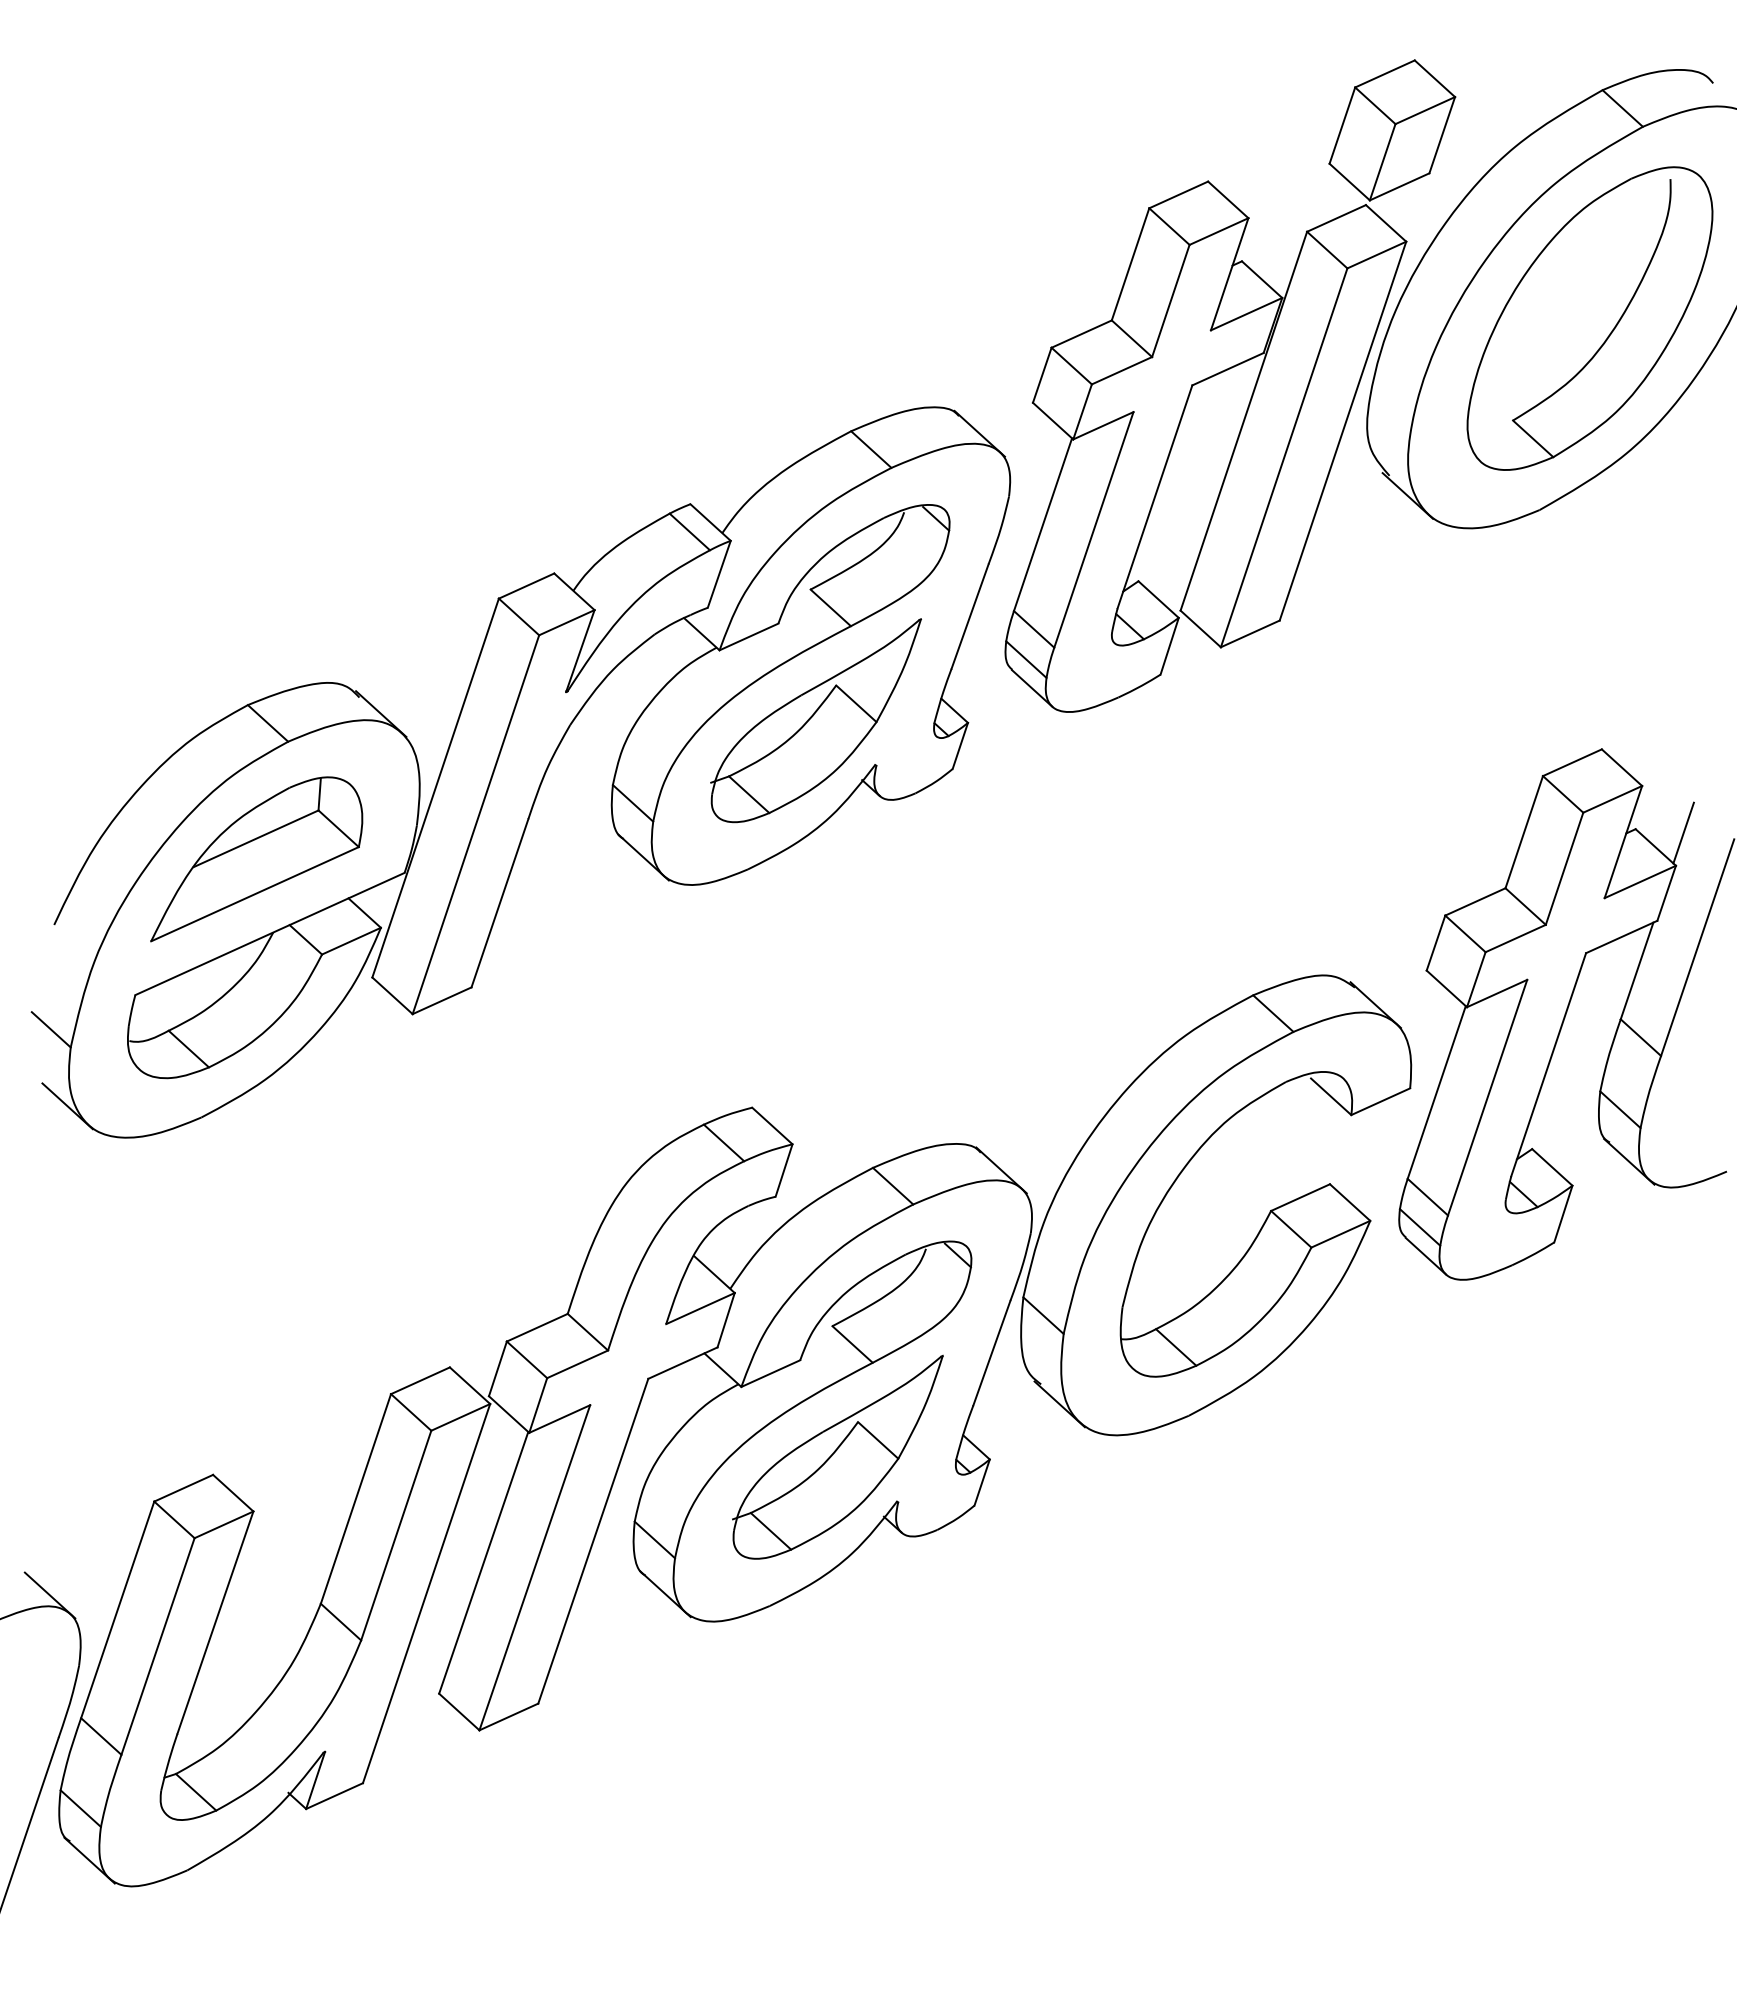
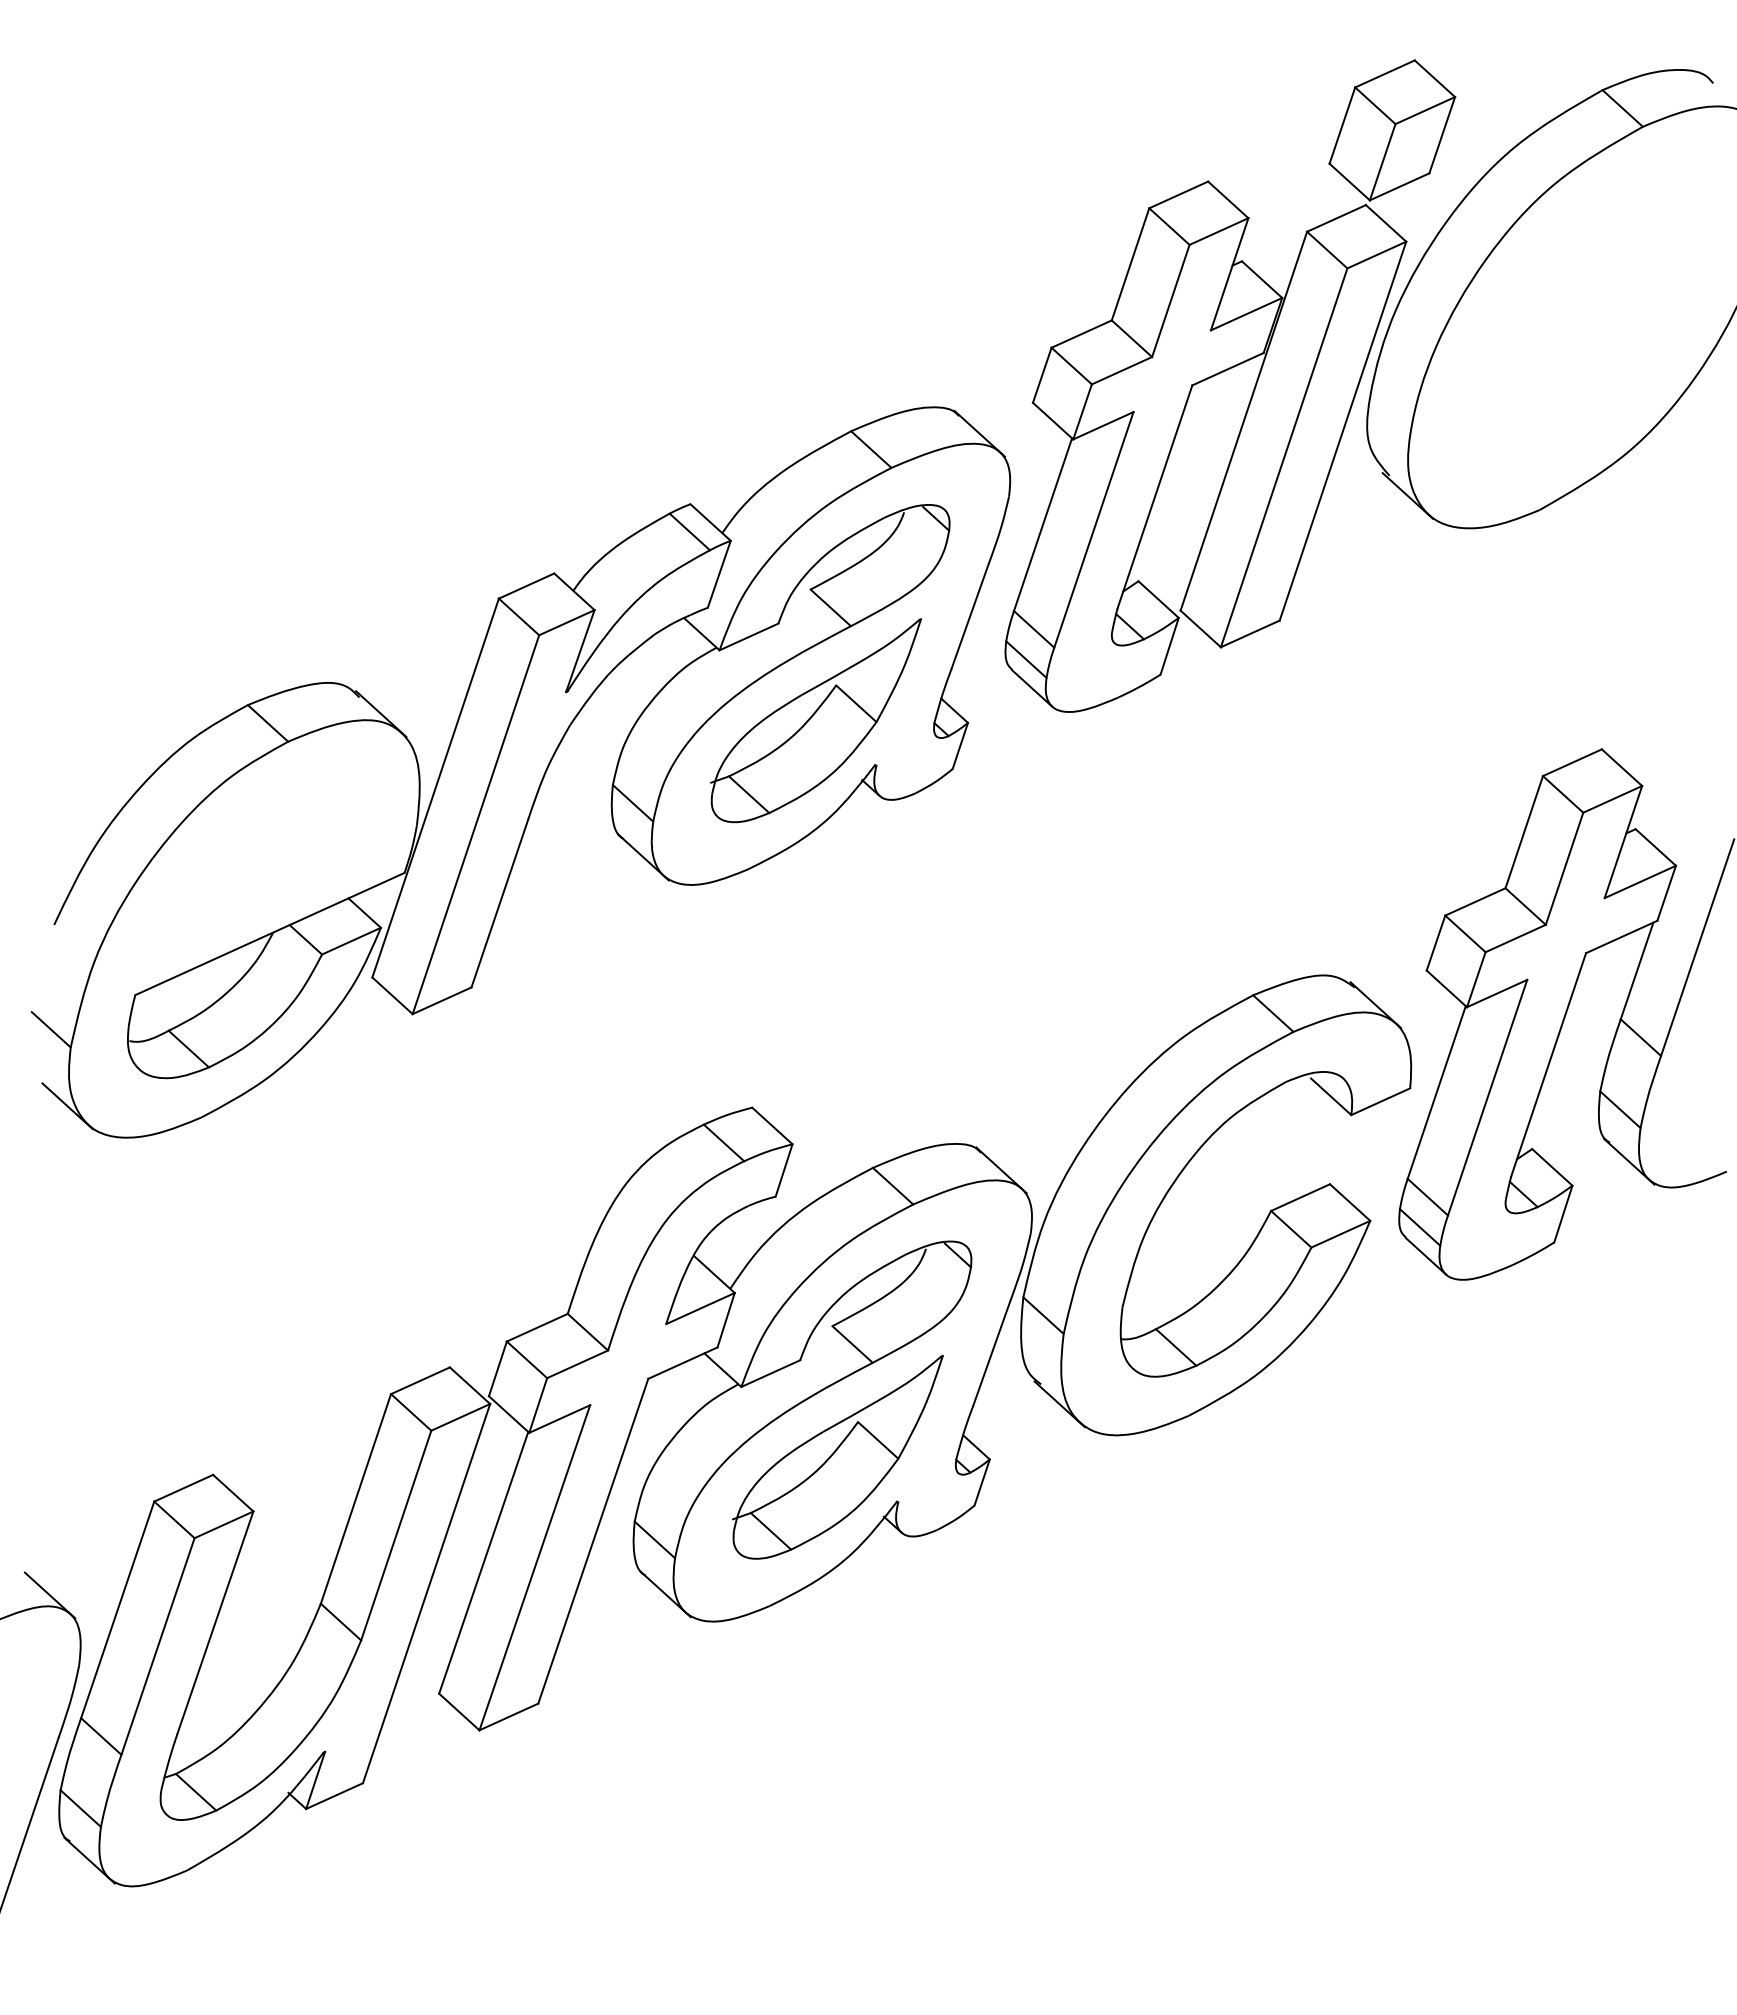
part at (1589, 318): present -> none
line at (1683, 832): present -> none
part at (256, 859): present -> none
